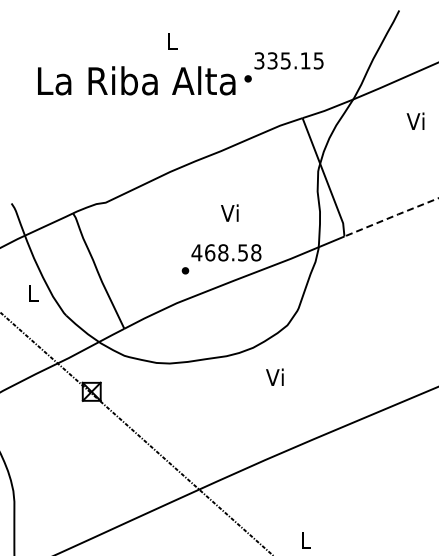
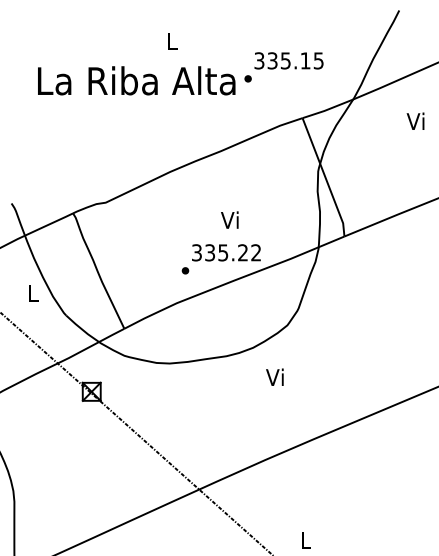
text at (229, 212) position: (229, 212) -> (229, 219)
line at (391, 217): dashed -> solid
text at (226, 252): 468.58 -> 335.22
